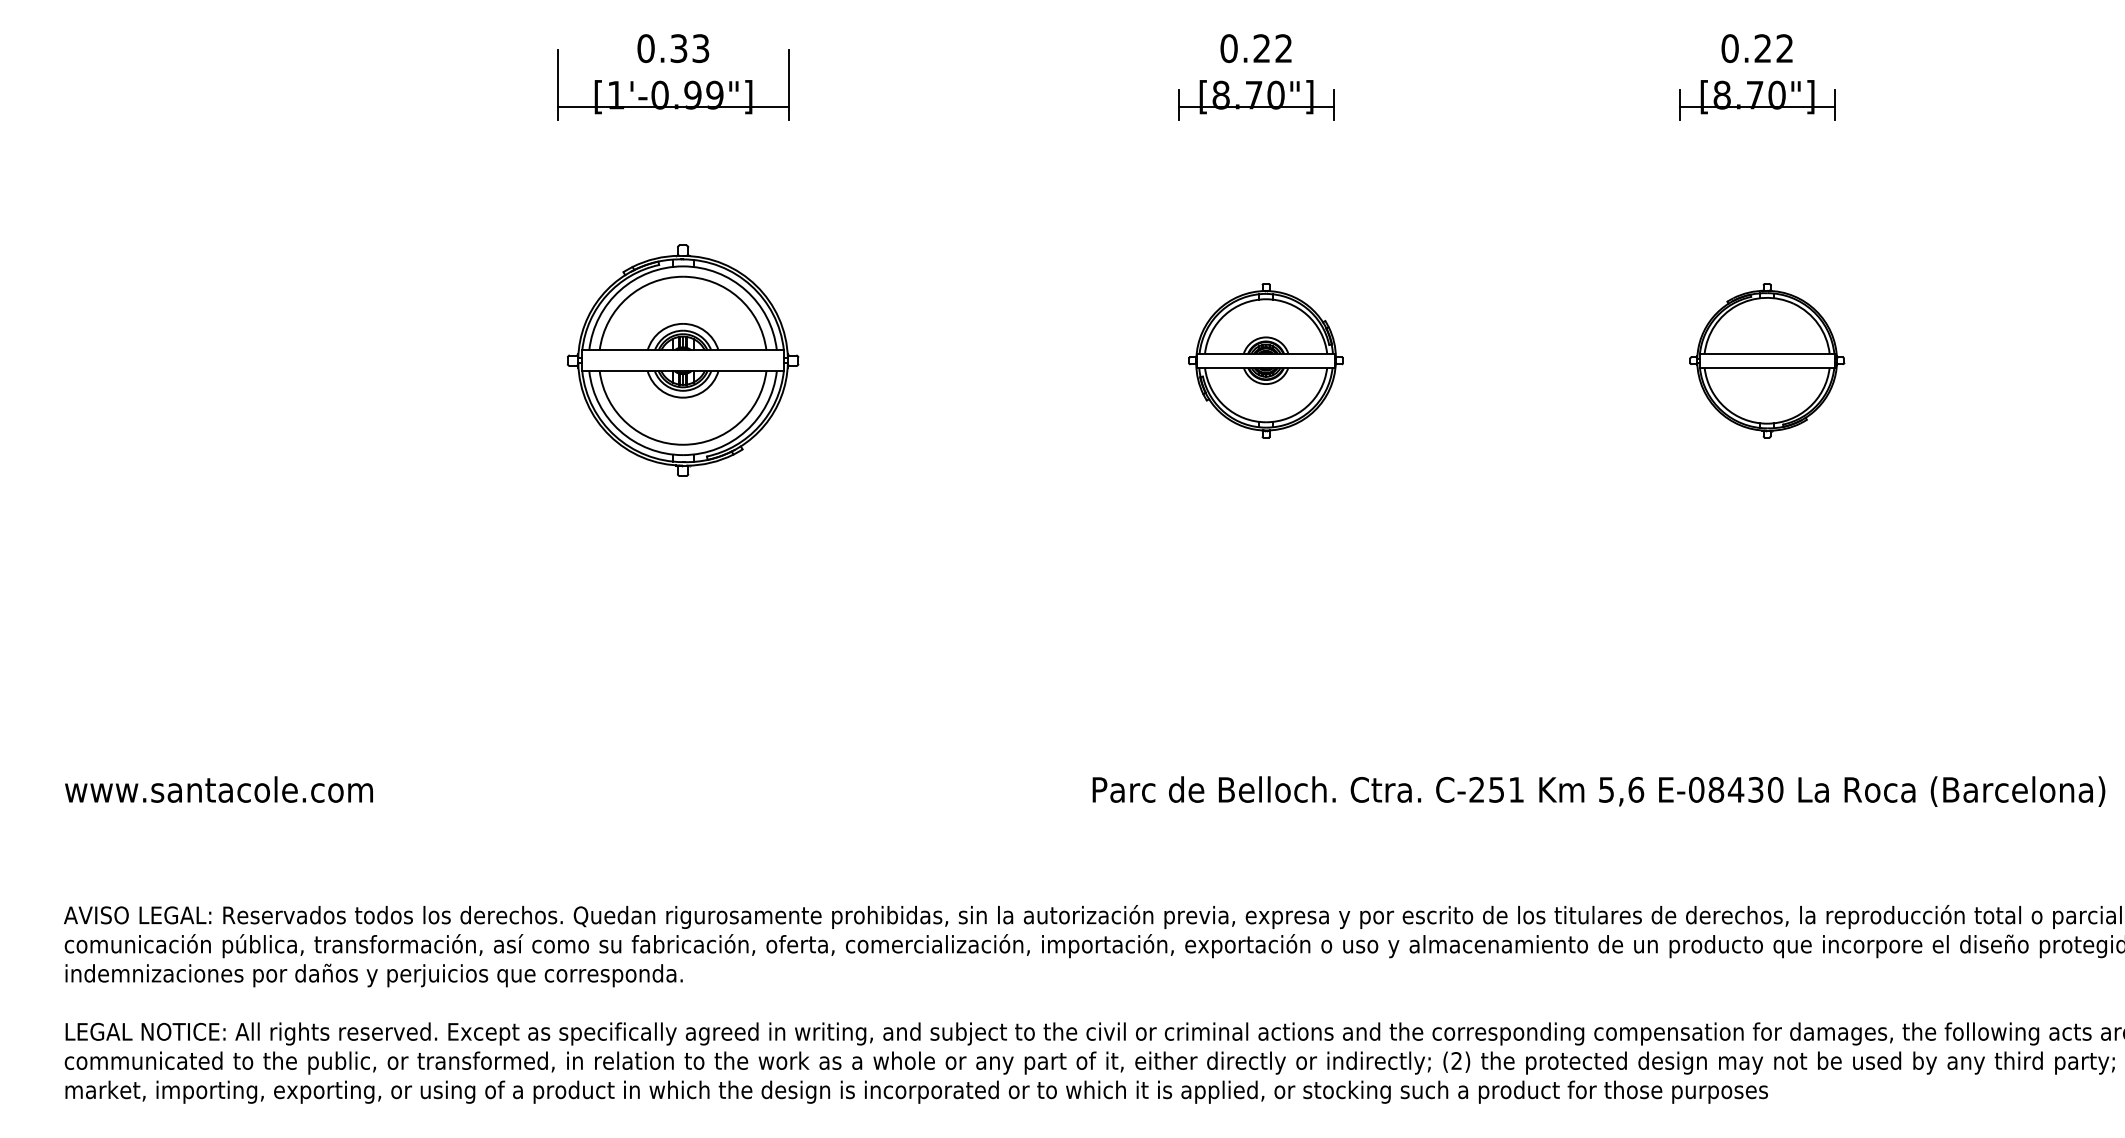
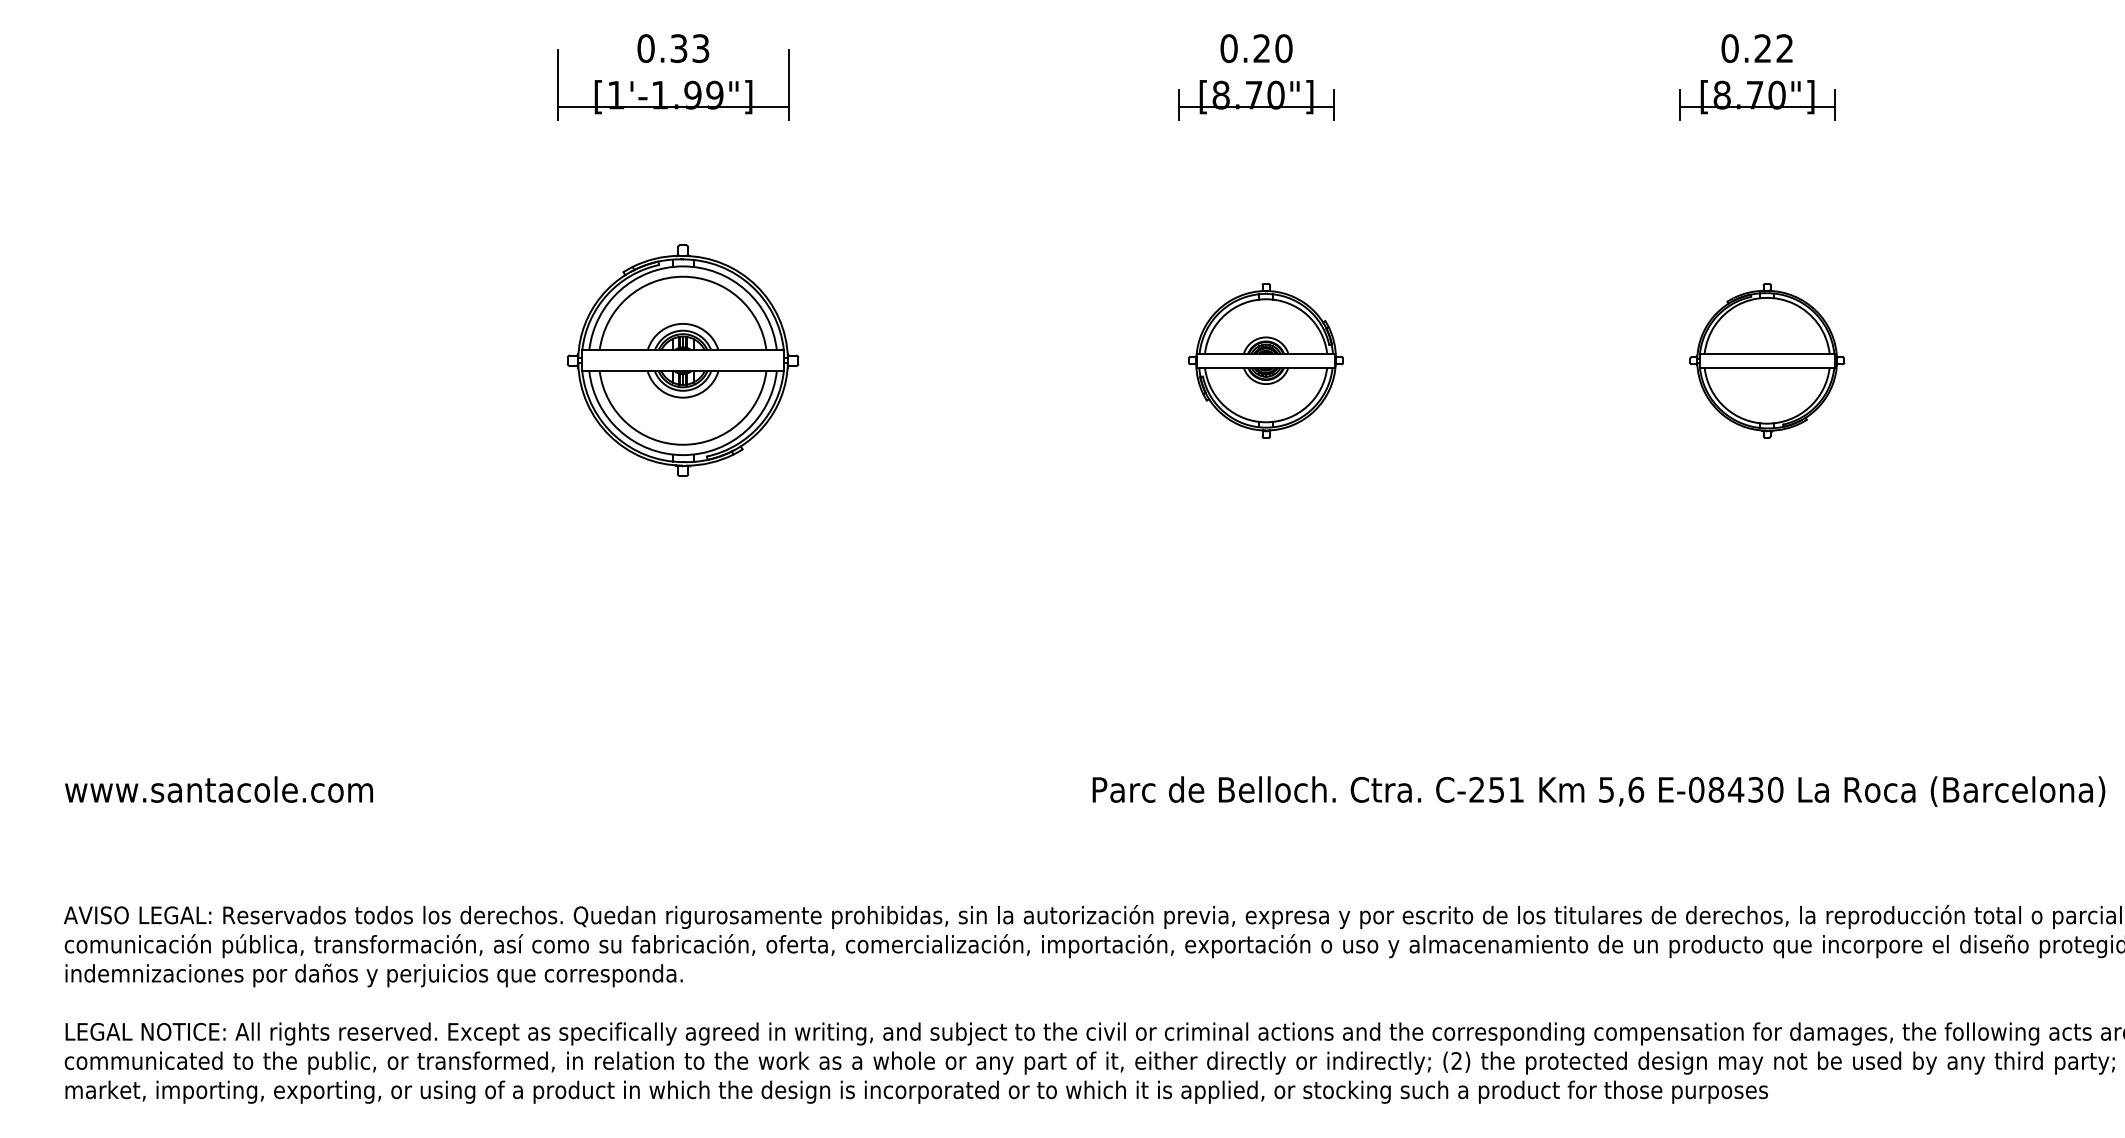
text at (1283, 48): 0.22 -> 0.20
text at (659, 94): [1'-0.99"] -> [1'-1.99"]
